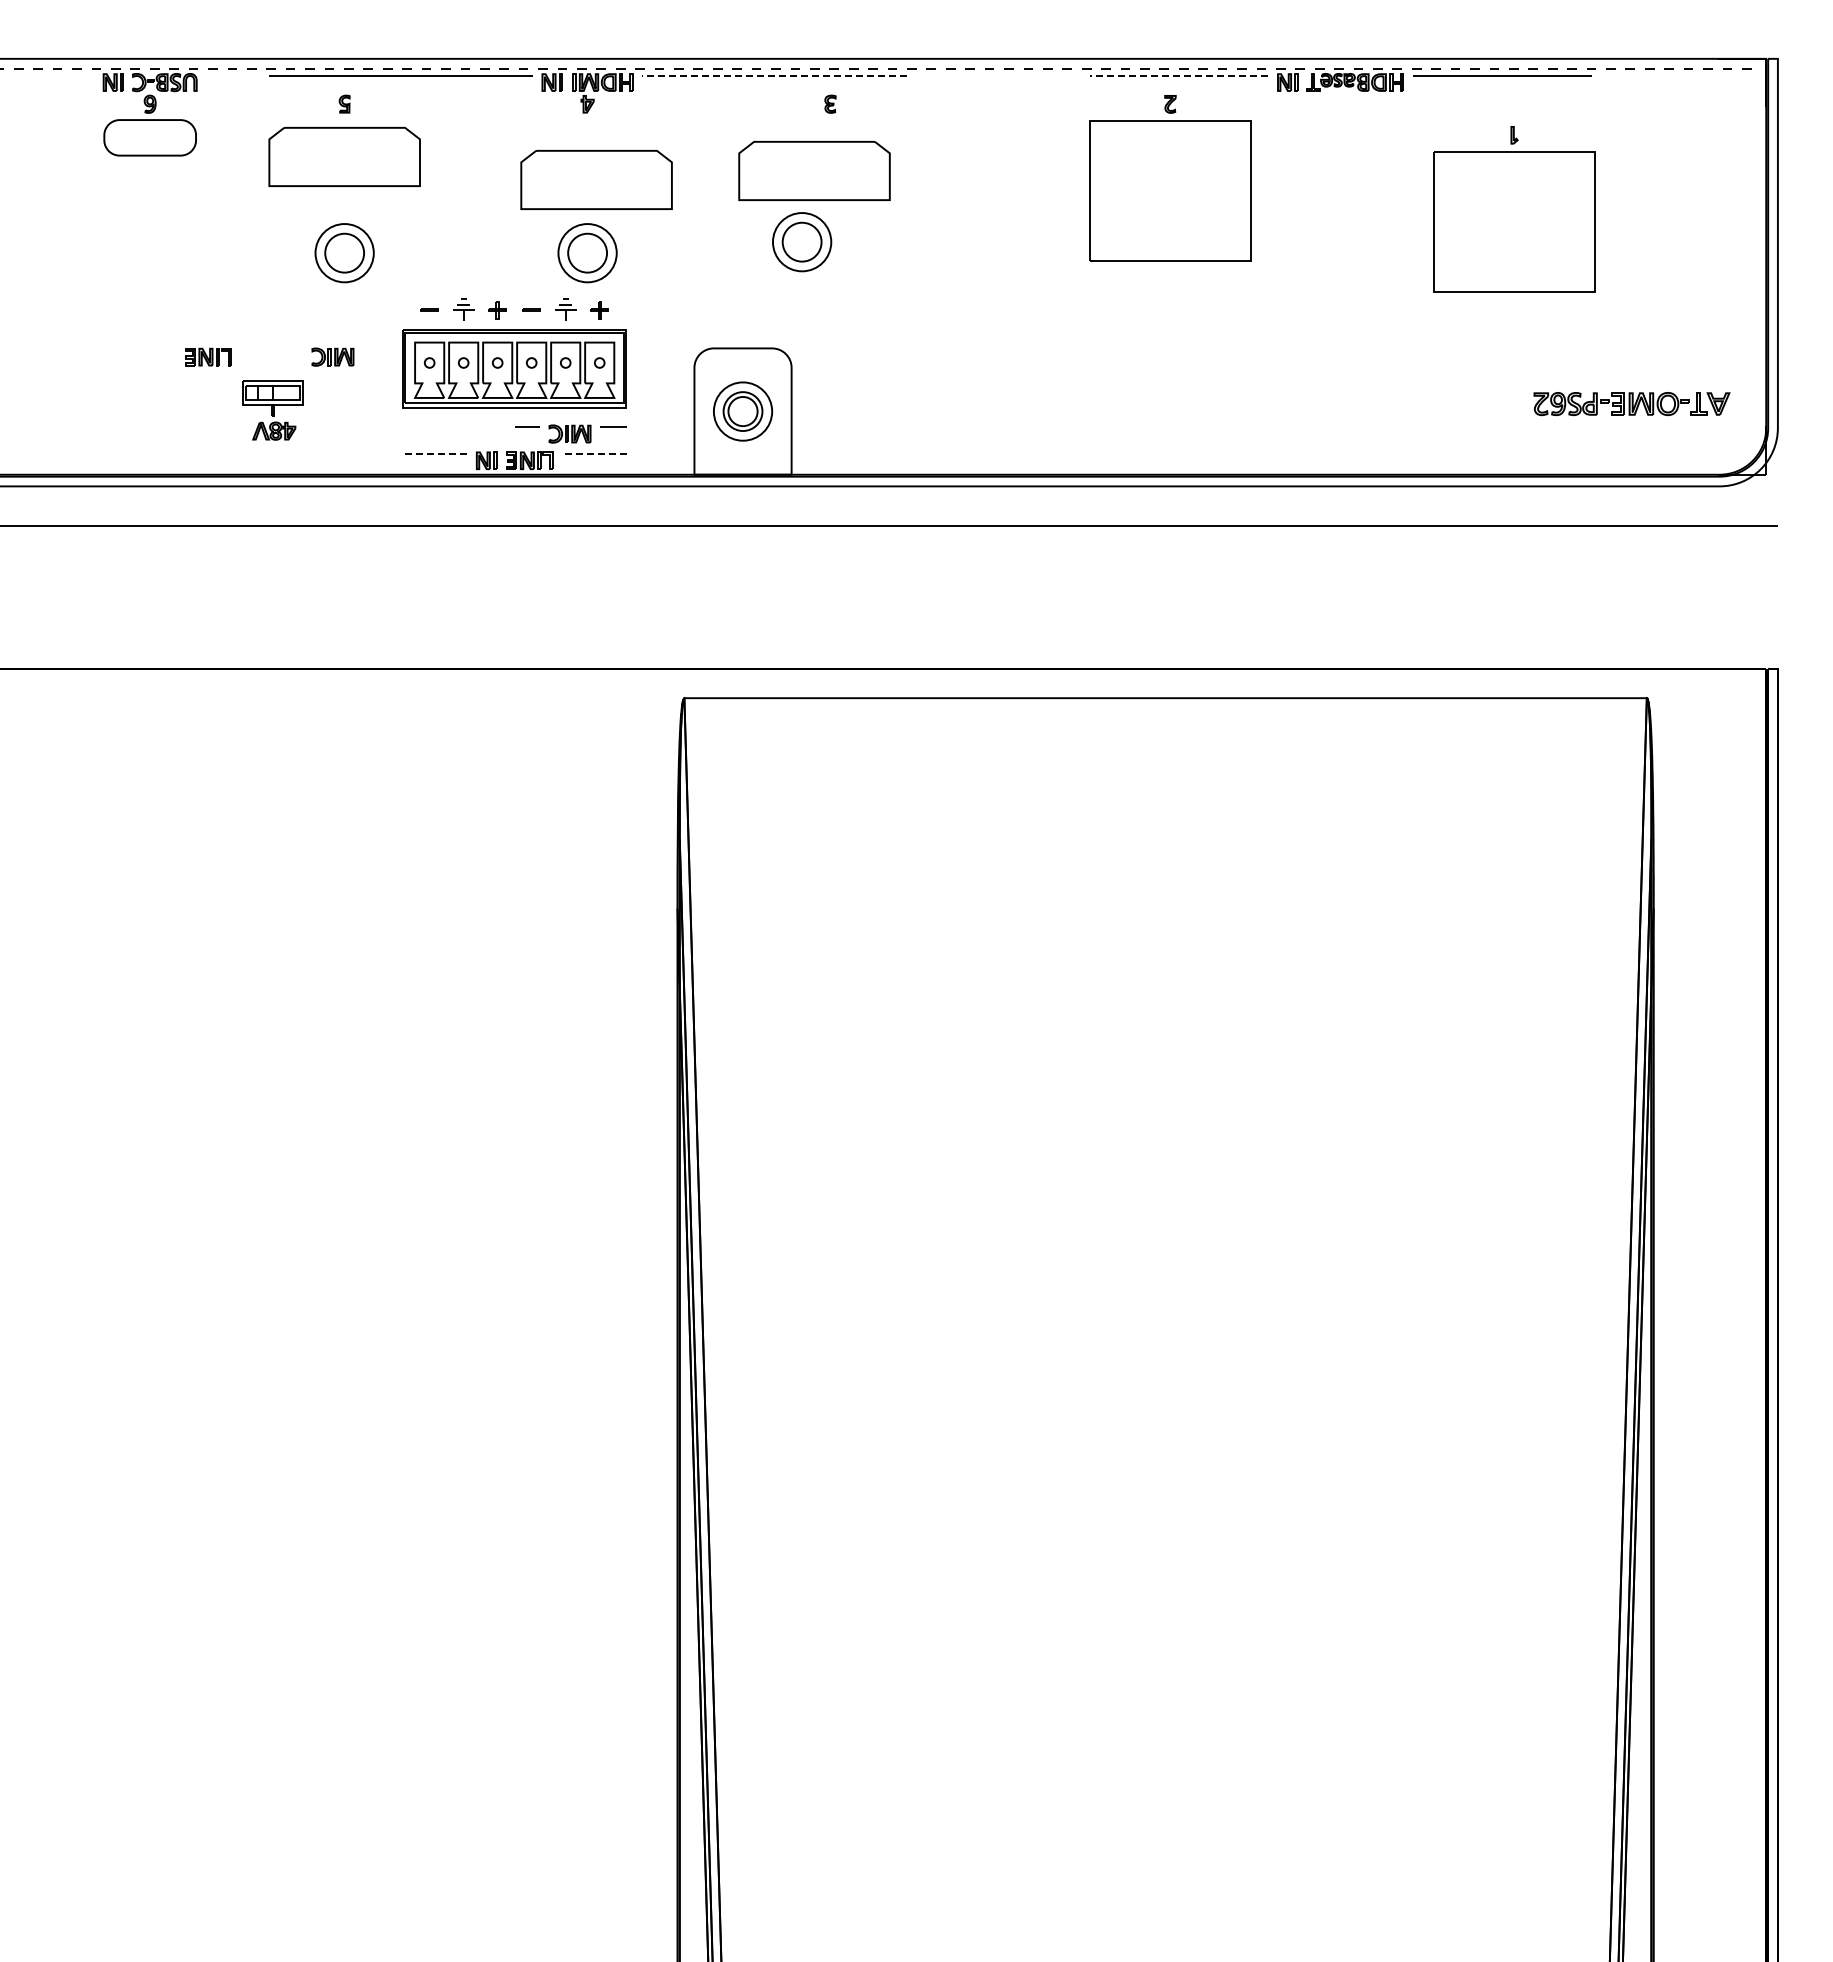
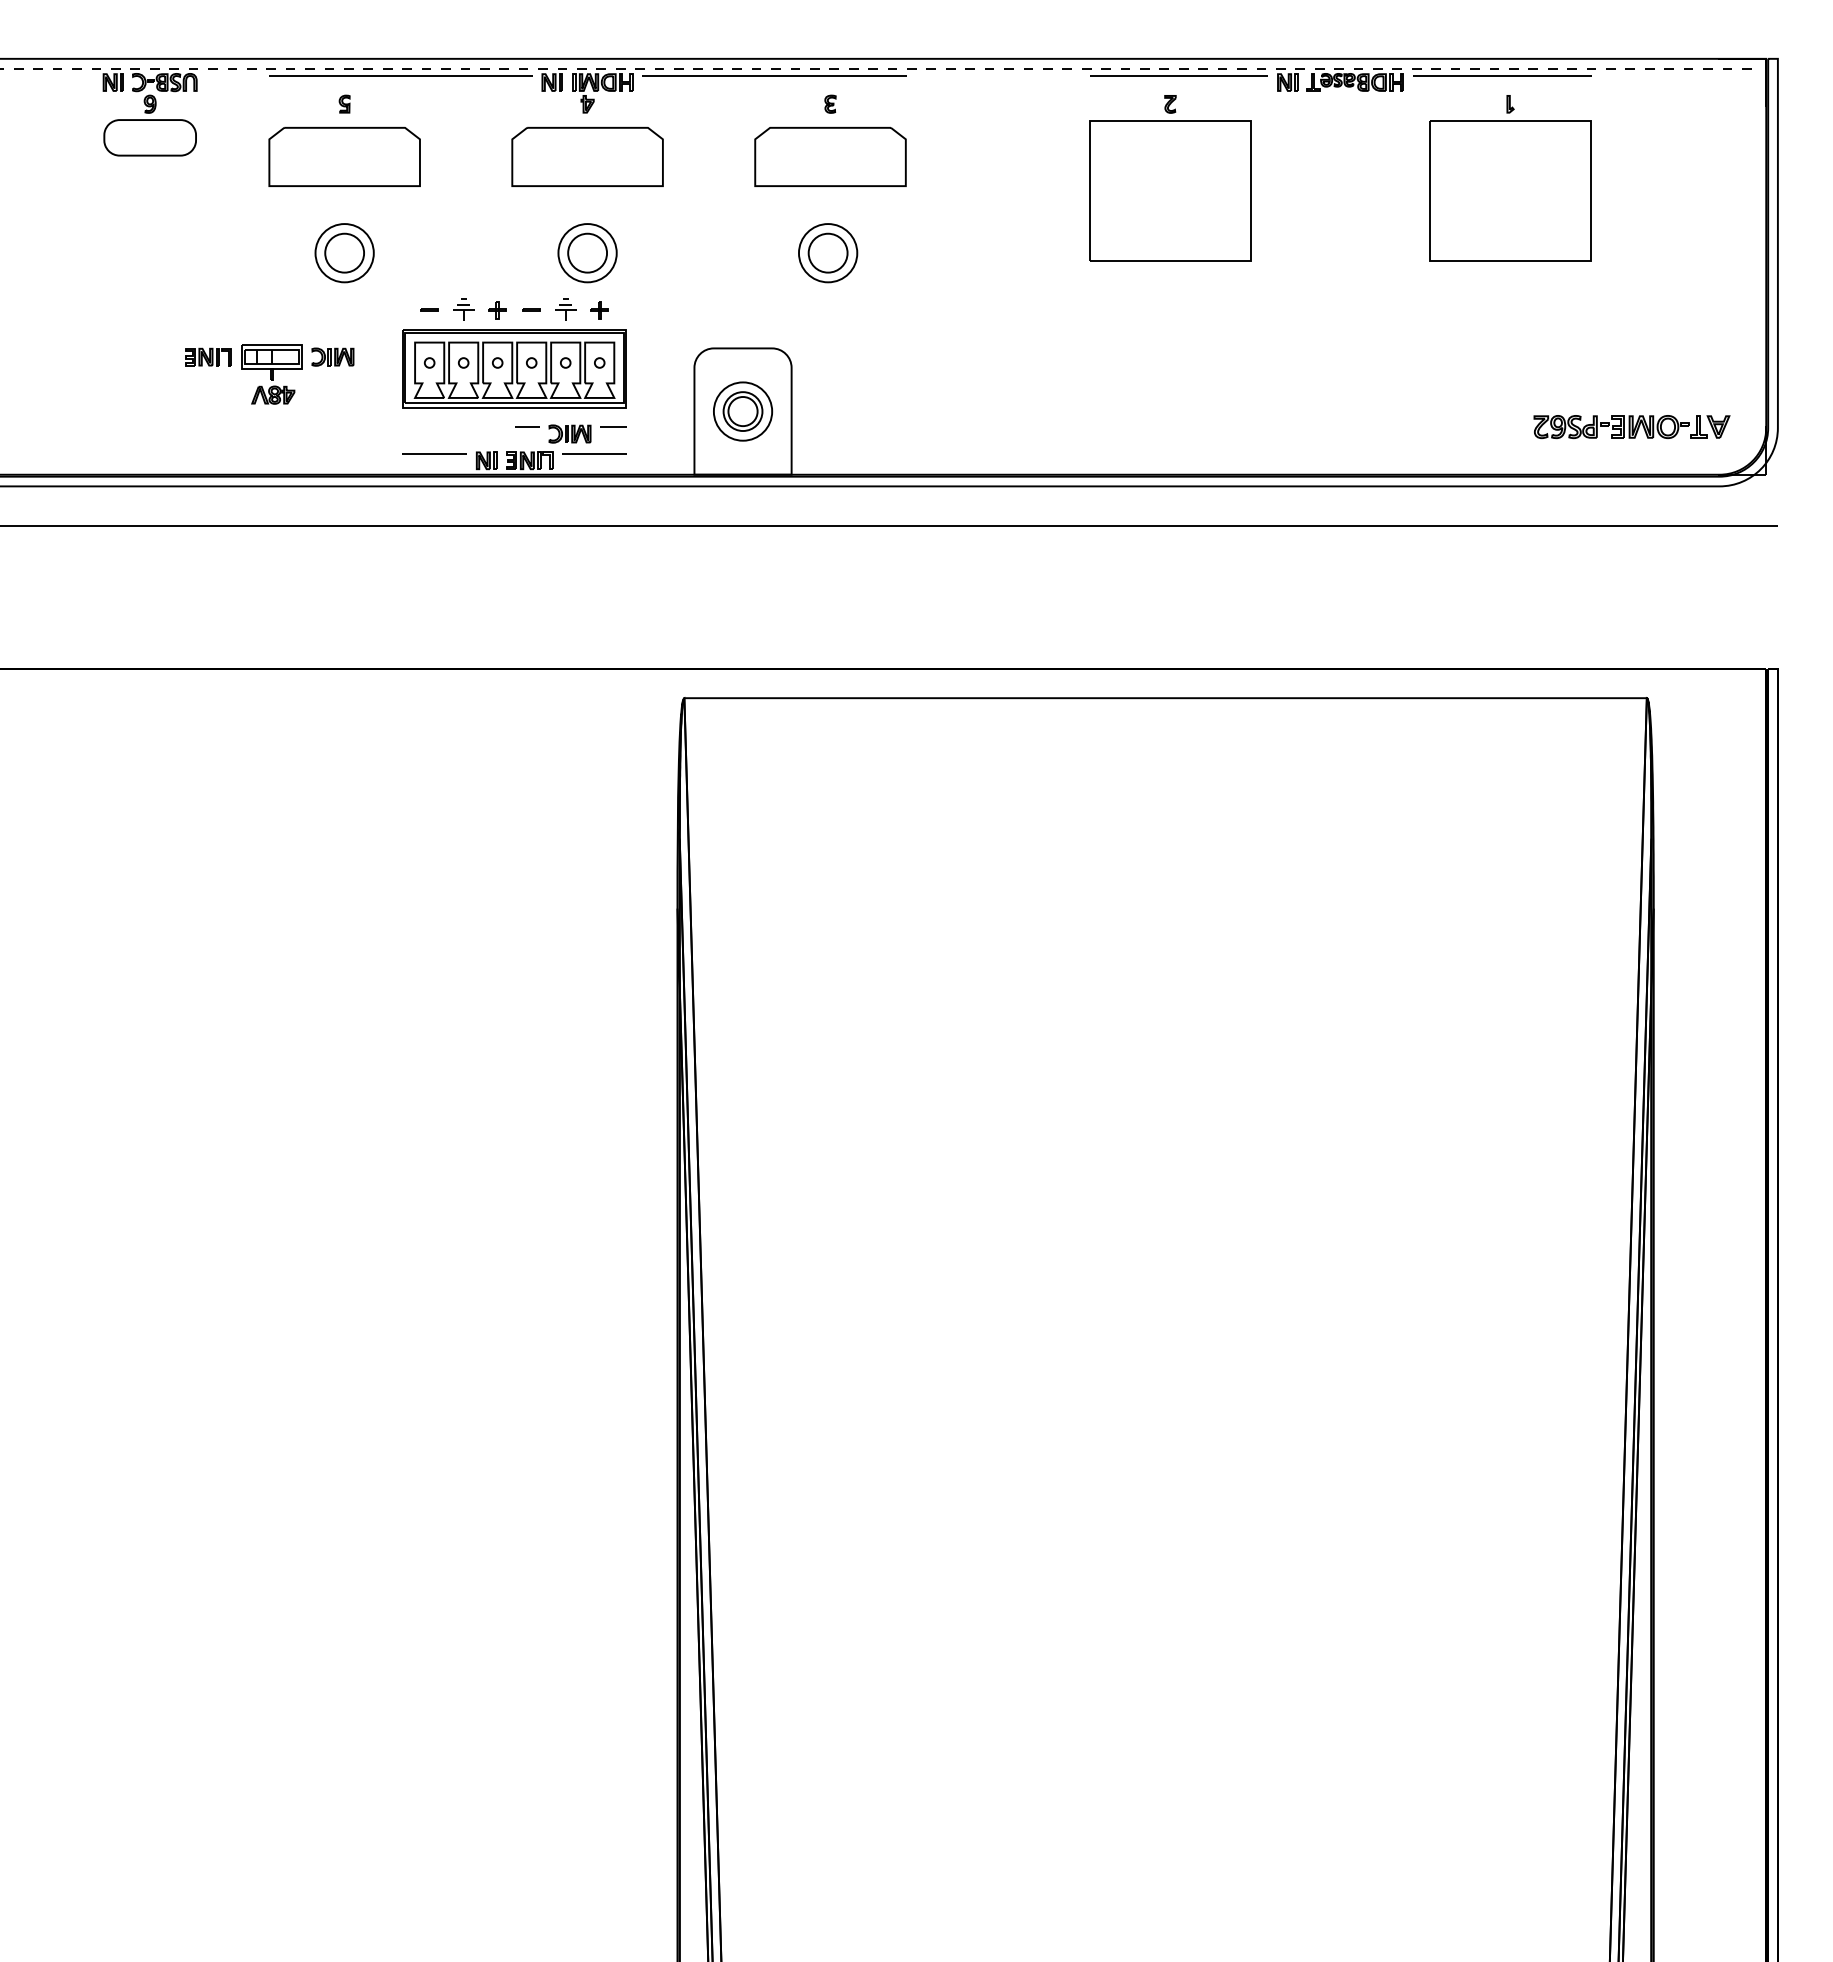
line at (774, 75): dashed -> solid
line at (1178, 75): dashed -> solid
part at (814, 170) position: (814, 170) -> (830, 156)
part at (596, 179) position: (596, 179) -> (587, 156)
part at (1514, 209) position: (1514, 209) -> (1510, 178)
part at (802, 242) position: (802, 242) -> (828, 253)
part at (1631, 404) position: (1631, 404) -> (1631, 427)
part at (272, 410) position: (272, 410) -> (271, 374)
line at (434, 454): dashed -> solid
line at (594, 454): dashed -> solid
